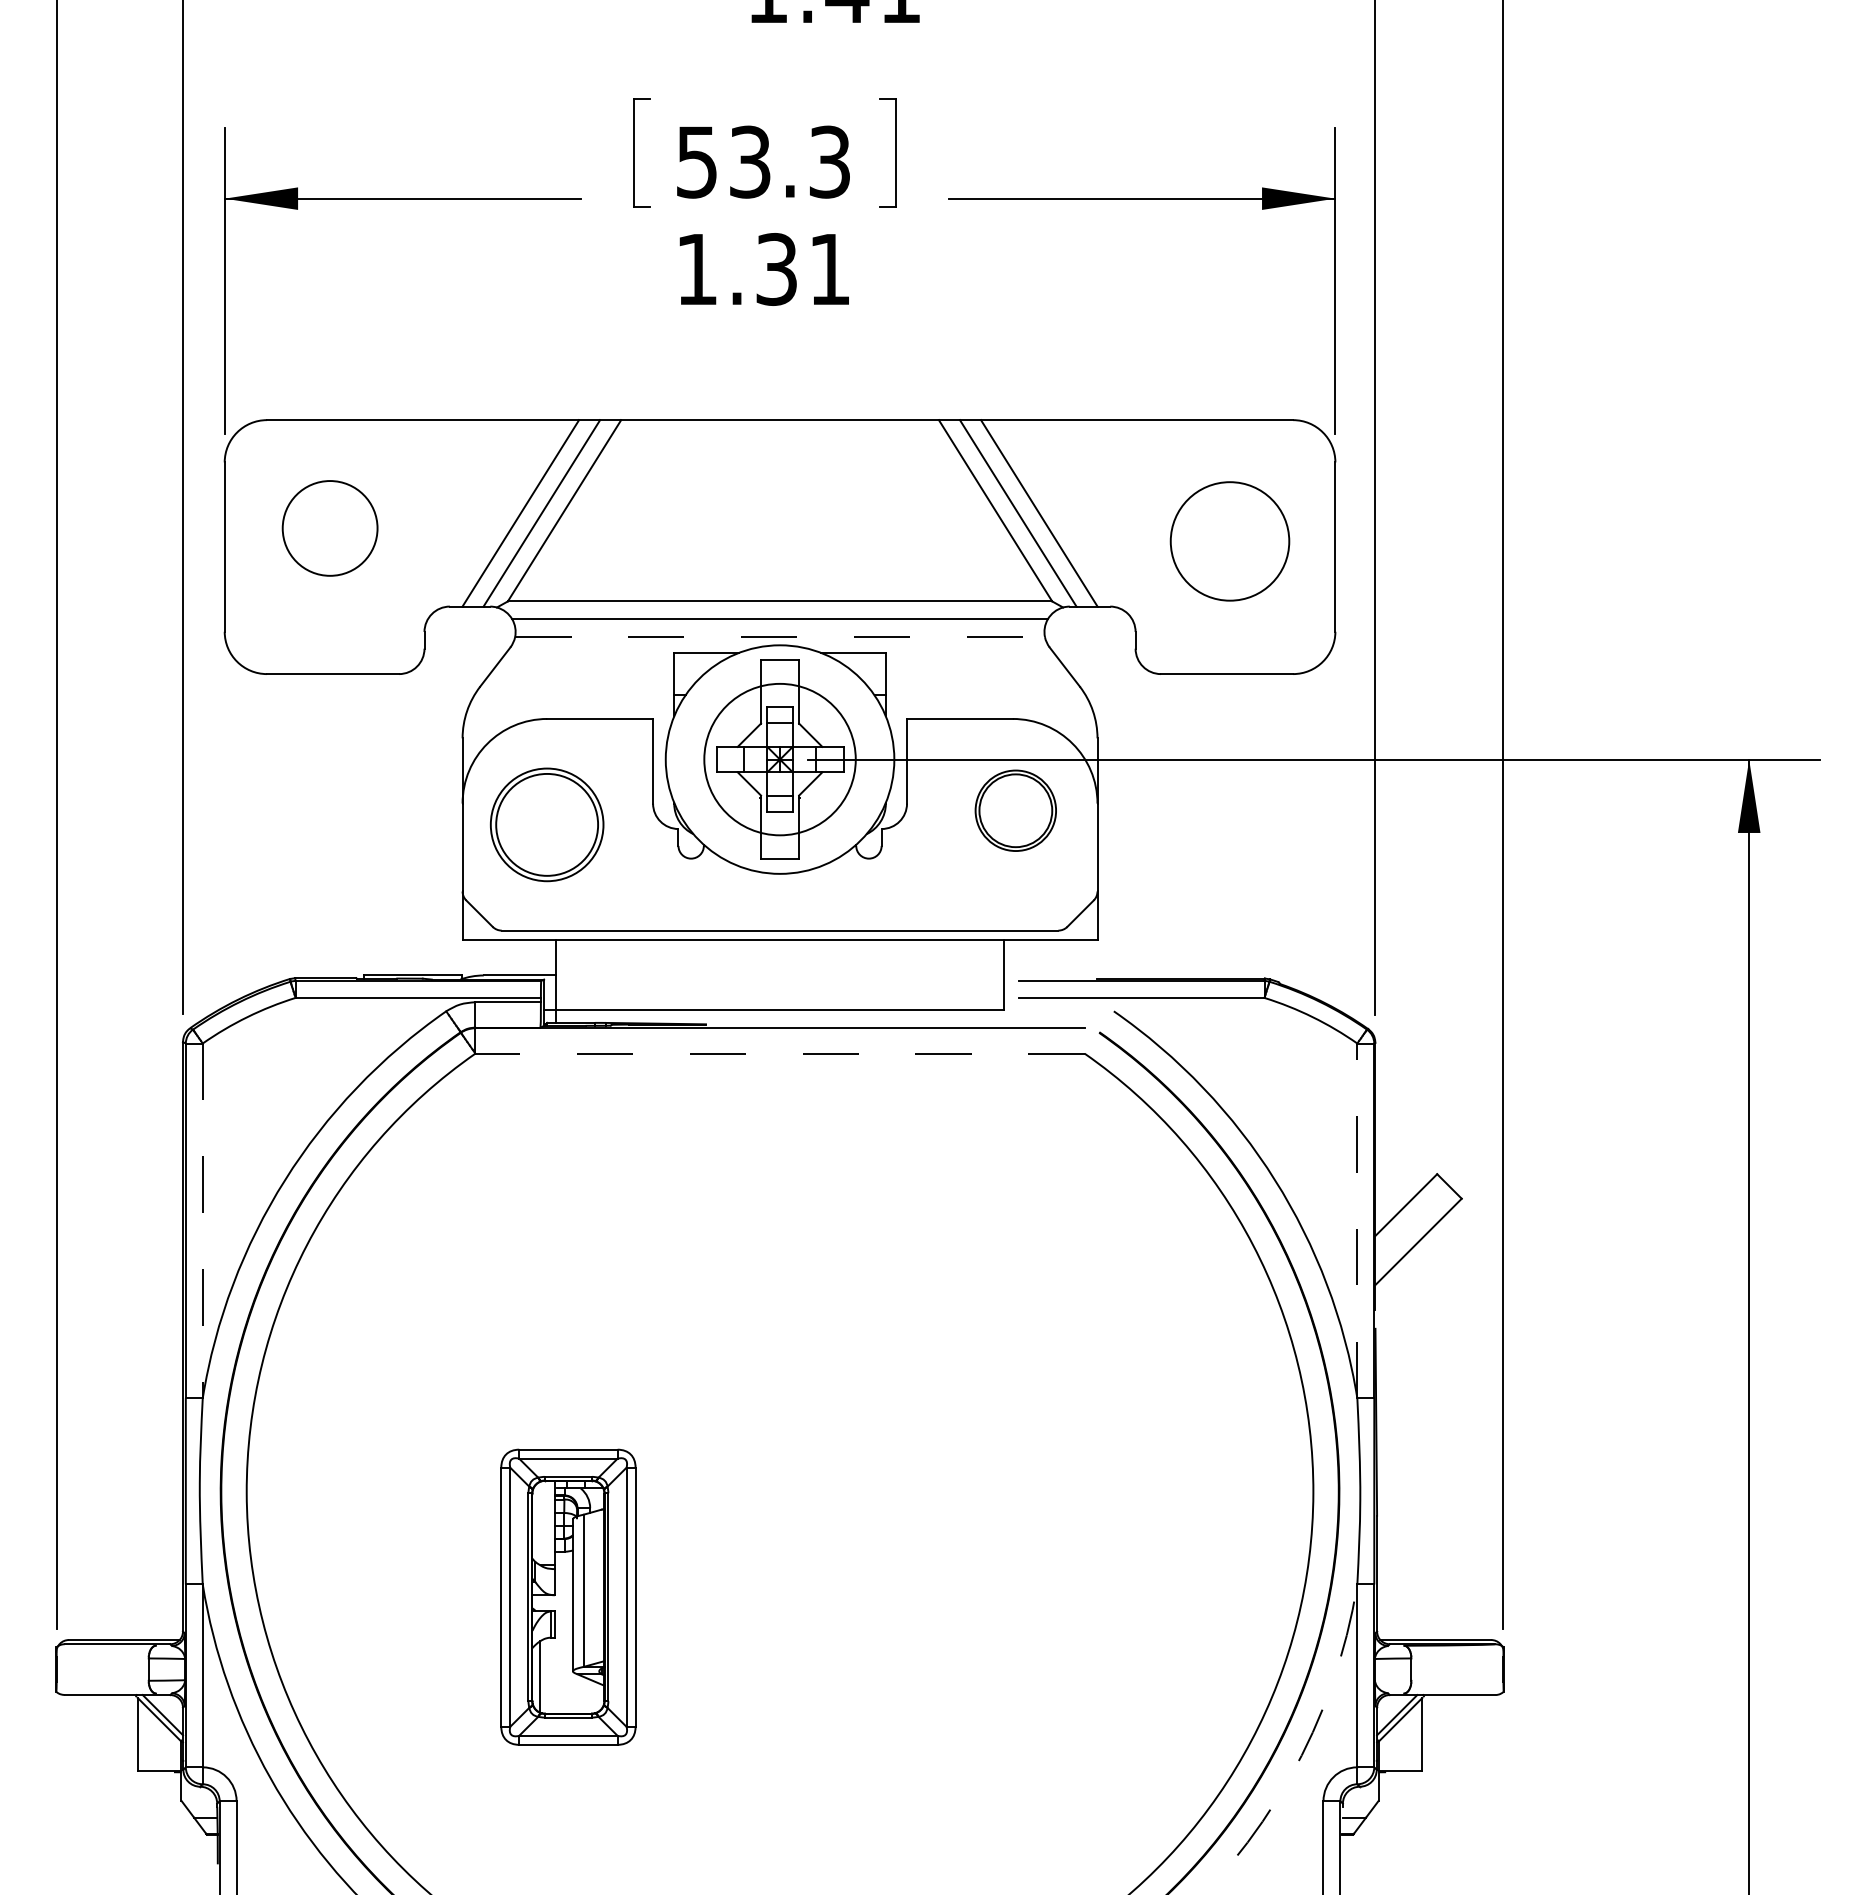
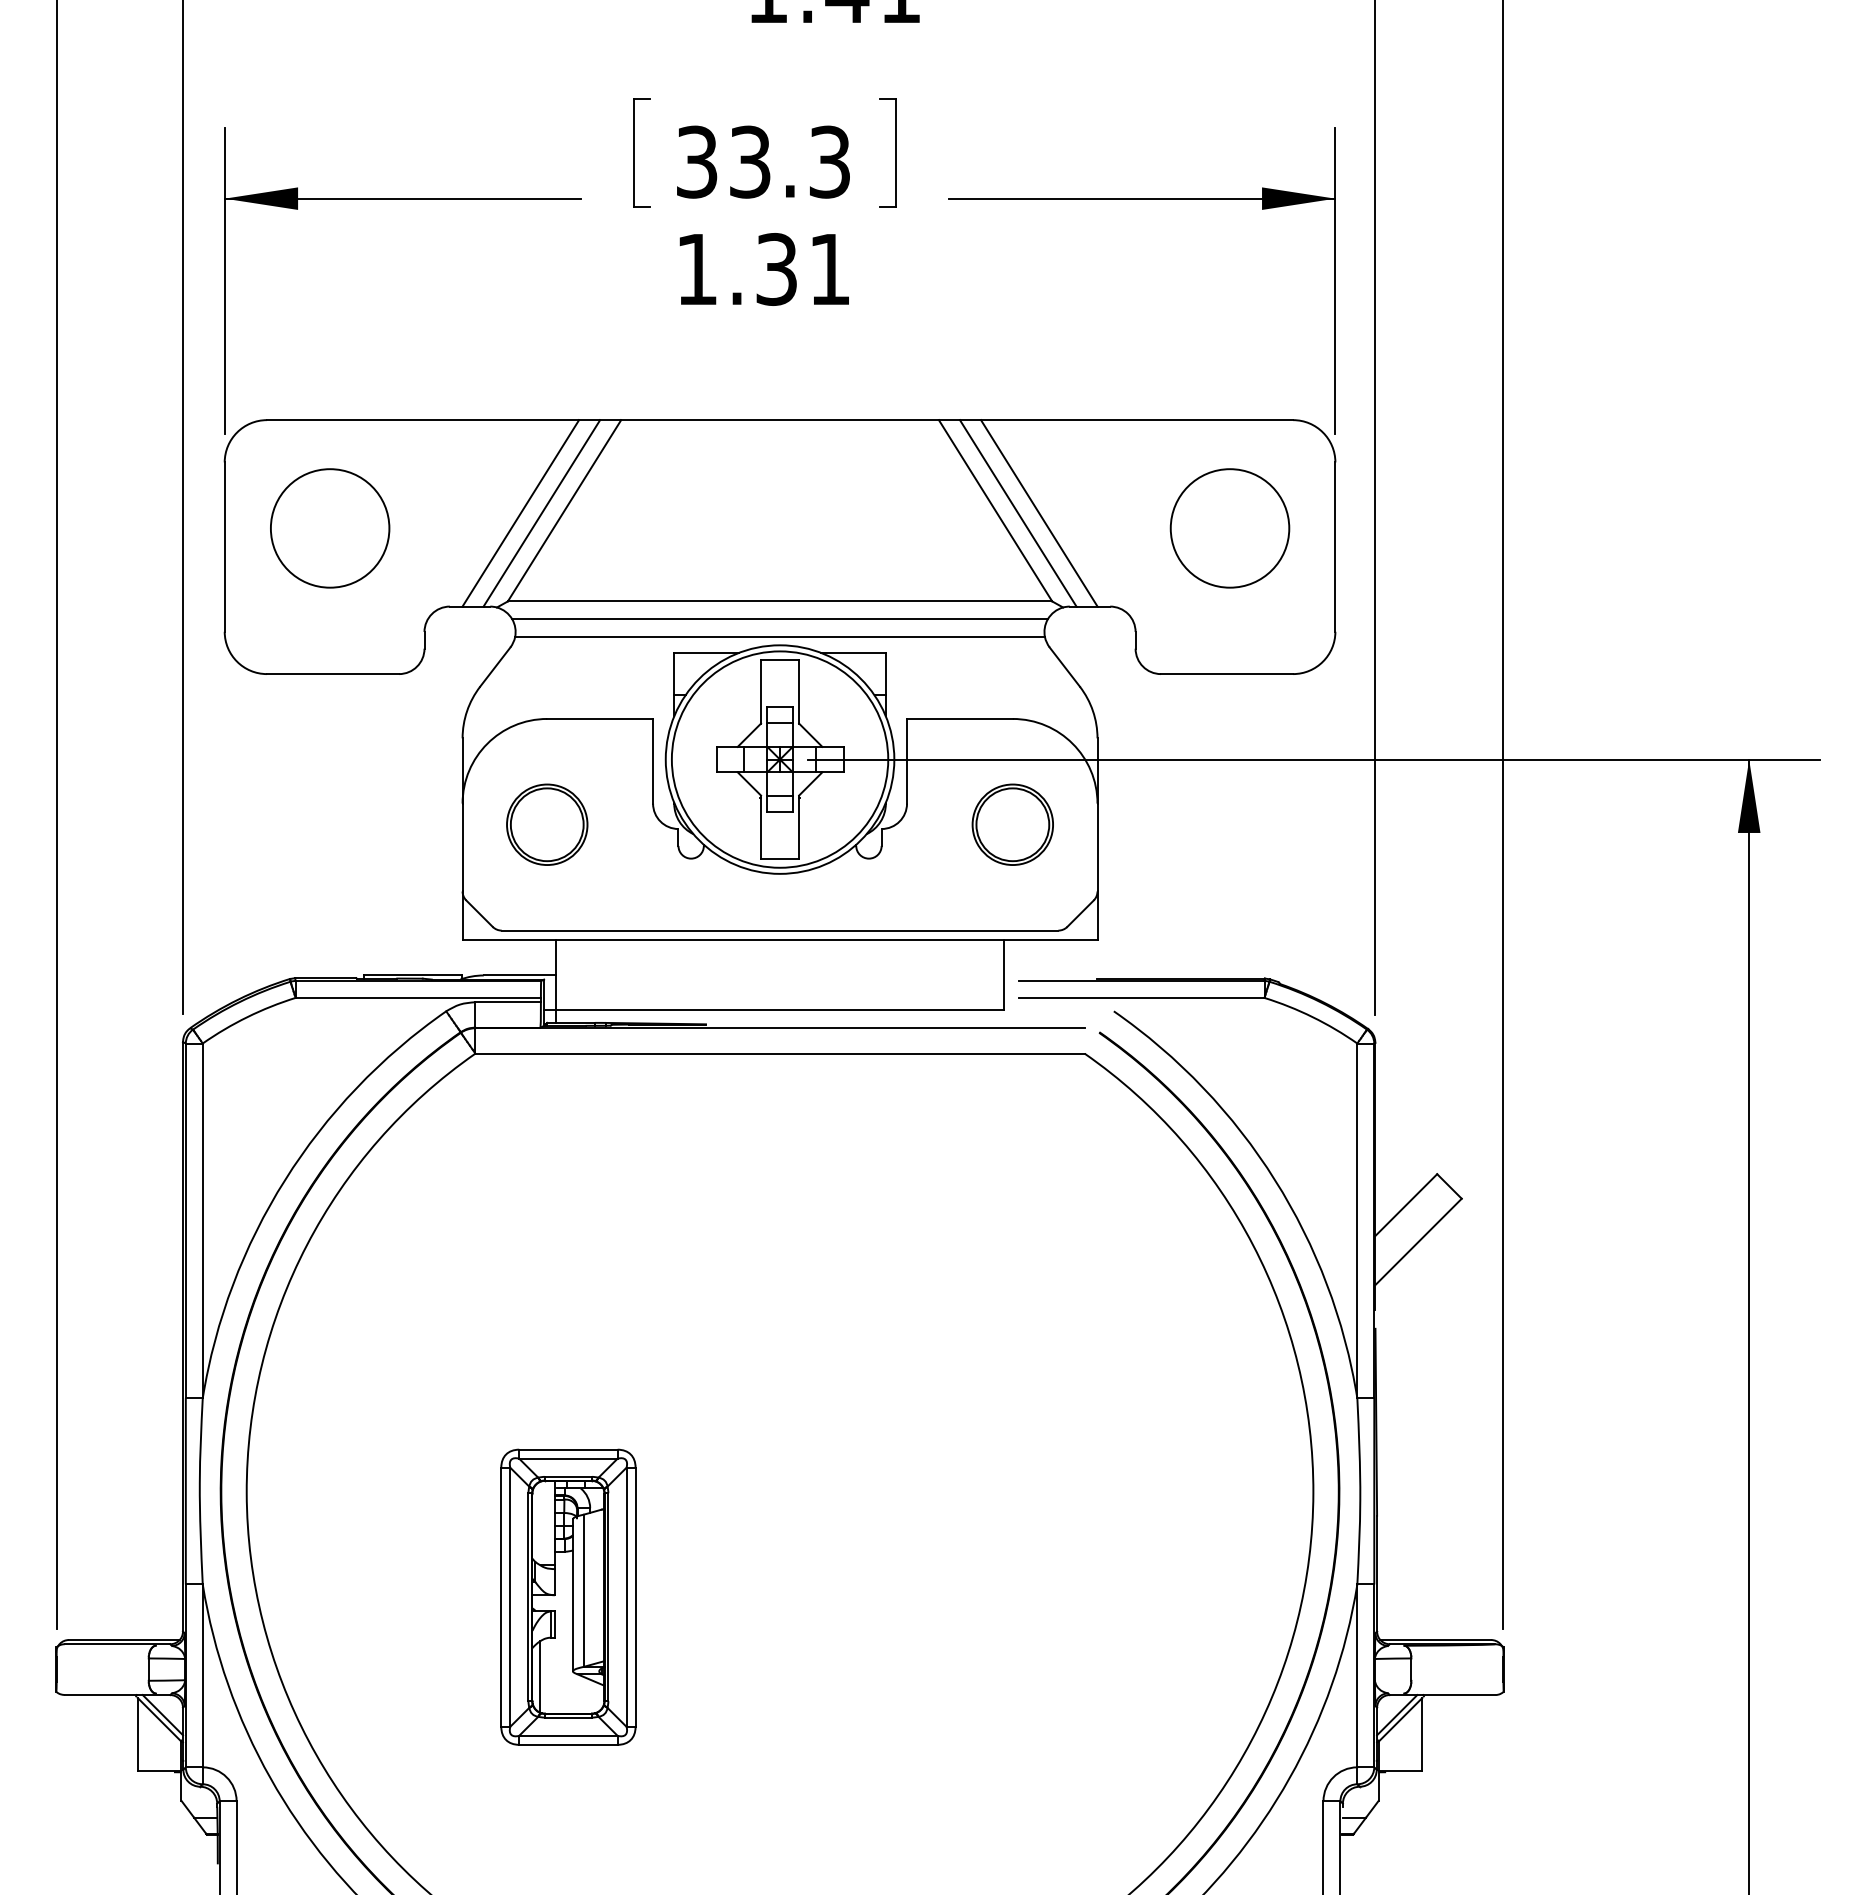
text at (697, 161): 53.3 -> 33.3
circle at (329, 528) diameter: 95 px -> 119 px
circle at (1229, 541) position: (1229, 541) -> (1229, 528)
line at (780, 637): dashed -> solid
circle at (779, 759) diameter: 151 px -> 216 px
part at (1015, 810) position: (1015, 810) -> (1012, 824)
part at (546, 824) size: 116x116 px -> 83x83 px
line at (780, 1053): dashed -> solid
line at (1357, 1220): dashed -> solid
line at (202, 1221): dashed -> solid
arc at (1303, 1751): dashed -> solid
